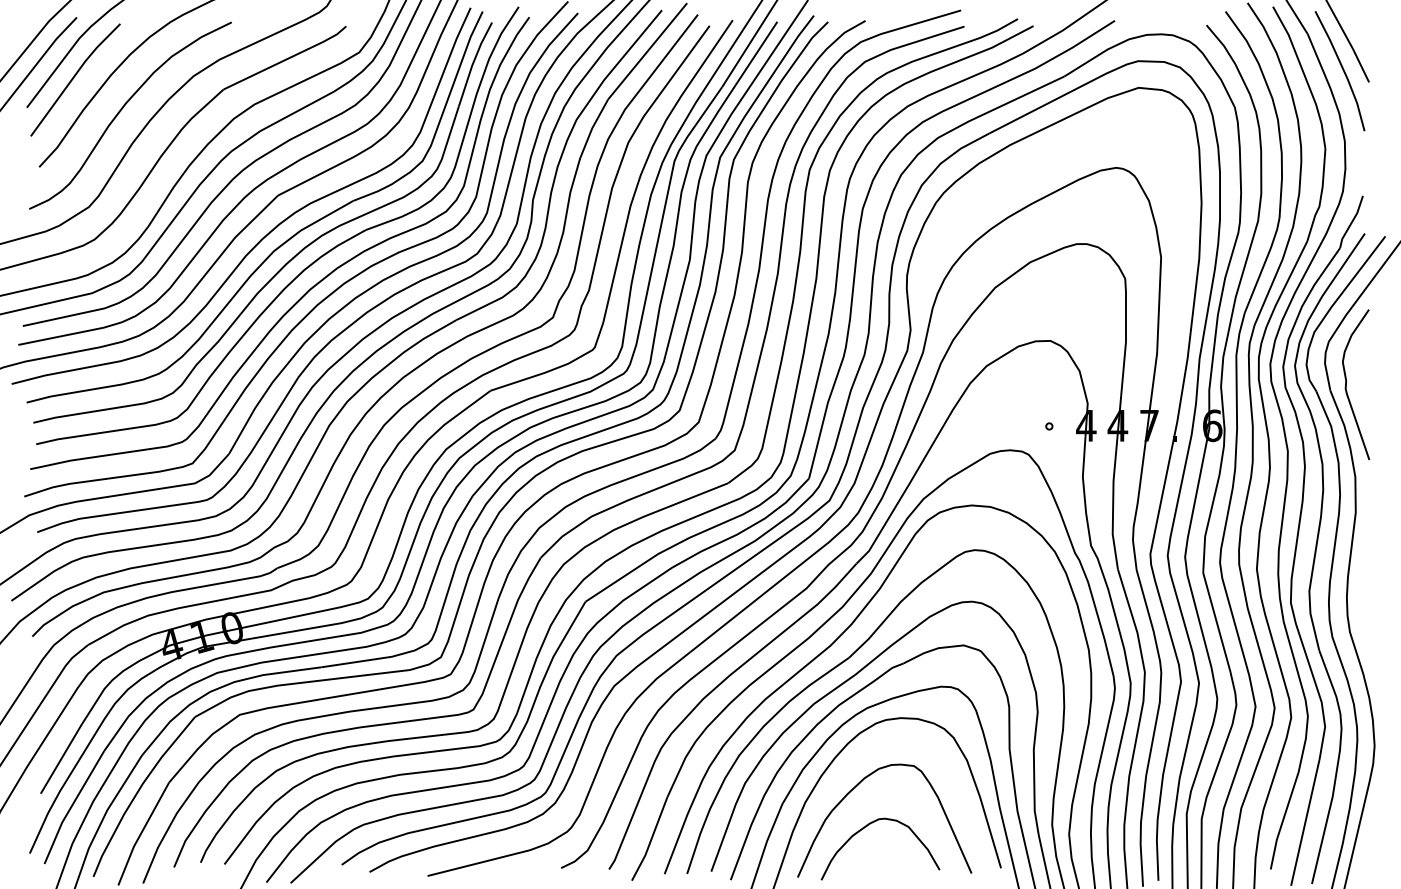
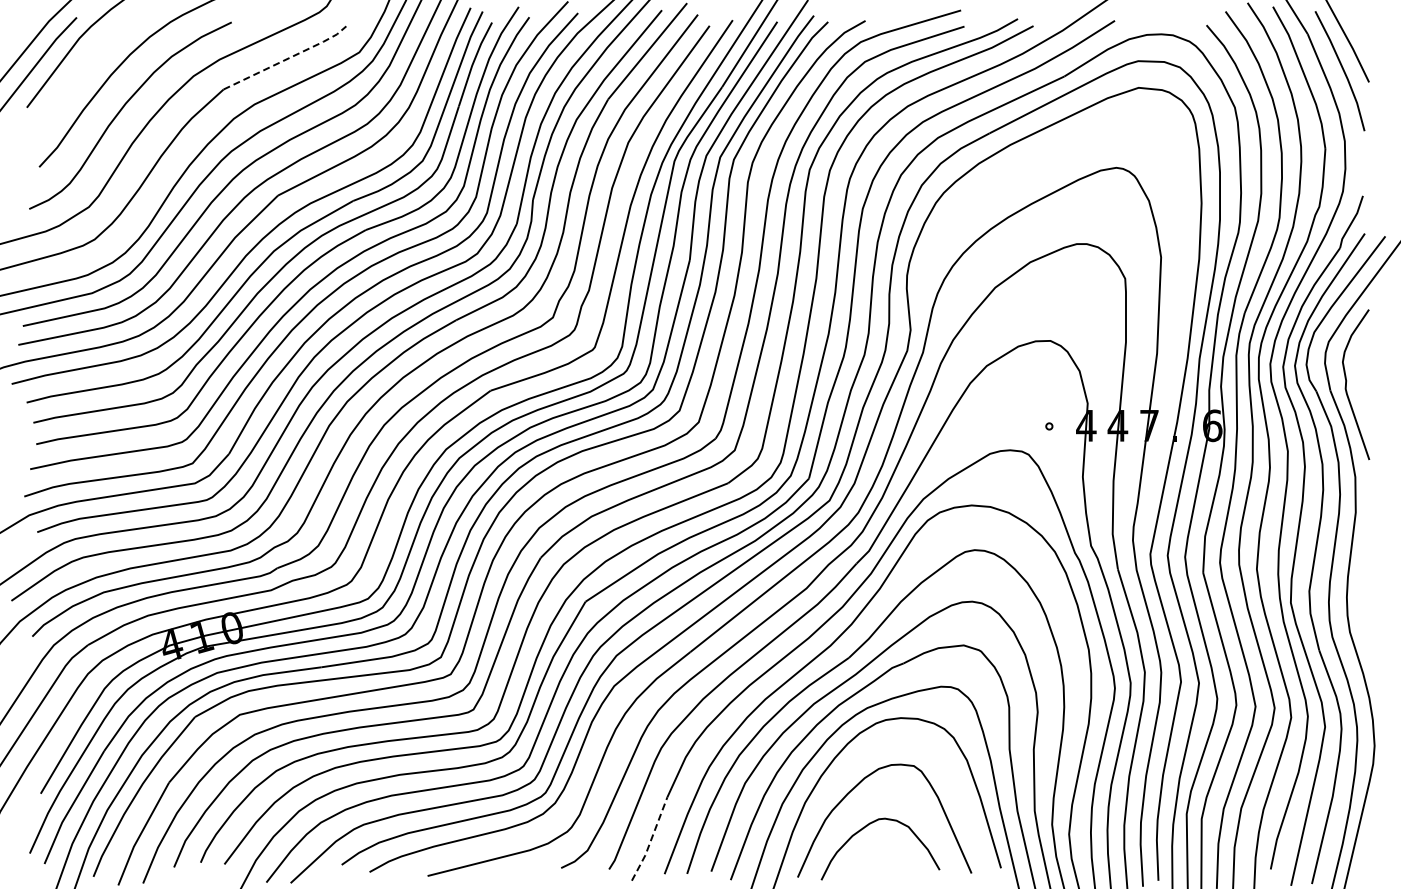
line at (287, 59): solid -> dashed
line at (74, 78): present -> none
line at (651, 839): solid -> dashed
